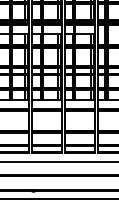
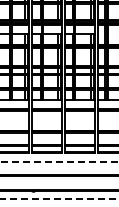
line at (59, 162): solid -> dashed
line at (59, 199): solid -> dashed
